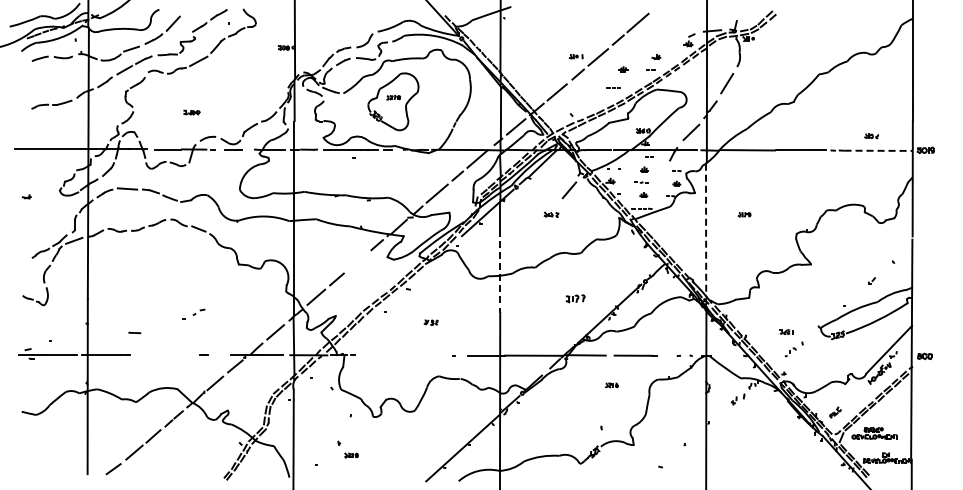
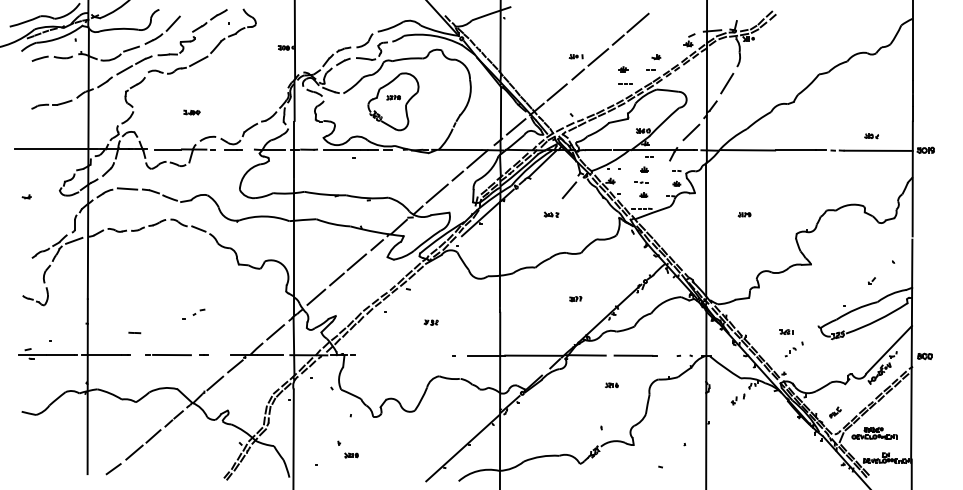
line at (613, 87) position: (613, 87) -> (625, 83)
line at (879, 150): dashed -> solid
line at (706, 229): dashed -> solid
line at (356, 262): none -> present
line at (500, 268): dashed -> solid
part at (575, 298) size: 21x10 px -> 14x7 px
line at (168, 355): none -> present
